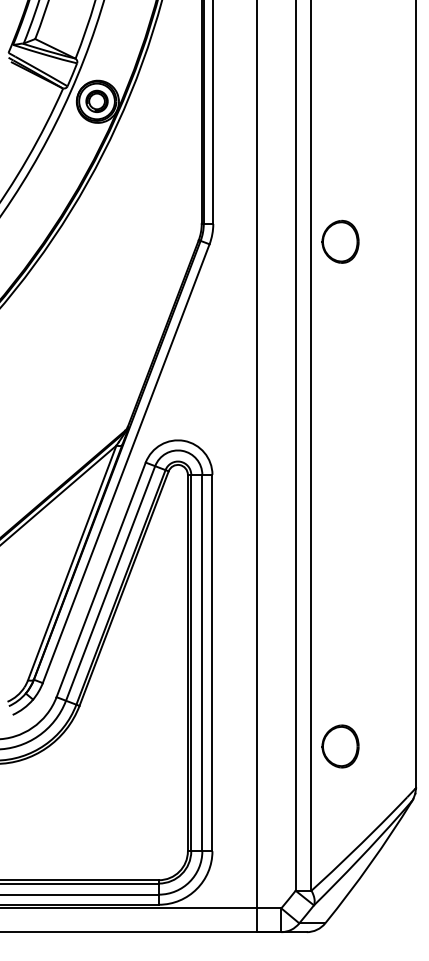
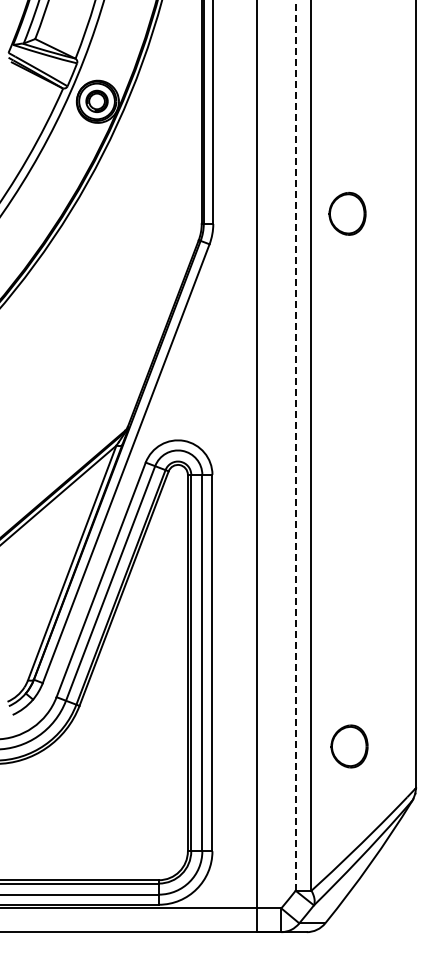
part at (340, 241) position: (340, 241) -> (347, 213)
line at (295, 444): solid -> dashed
part at (340, 746) position: (340, 746) -> (349, 746)
